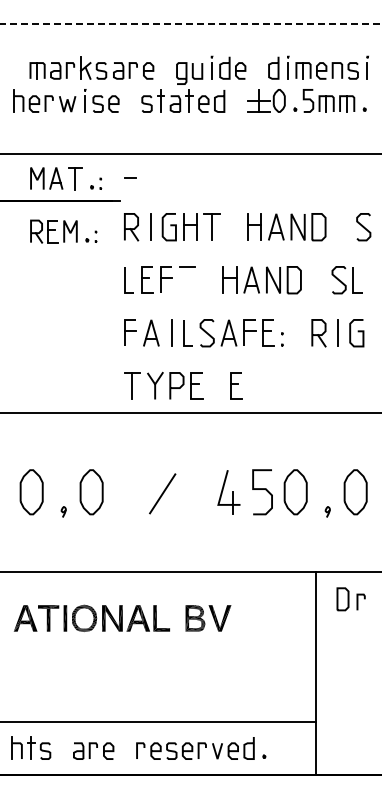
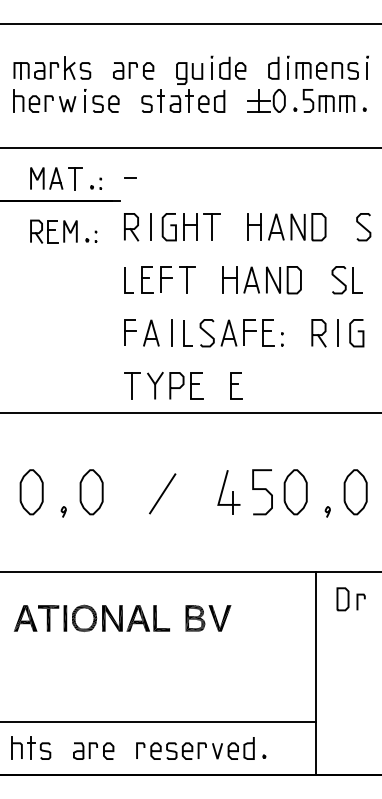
line at (191, 23): dashed -> solid
part at (68, 67) position: (68, 67) -> (52, 67)
line at (190, 153) position: (190, 153) -> (190, 147)
line at (187, 279): none -> present
